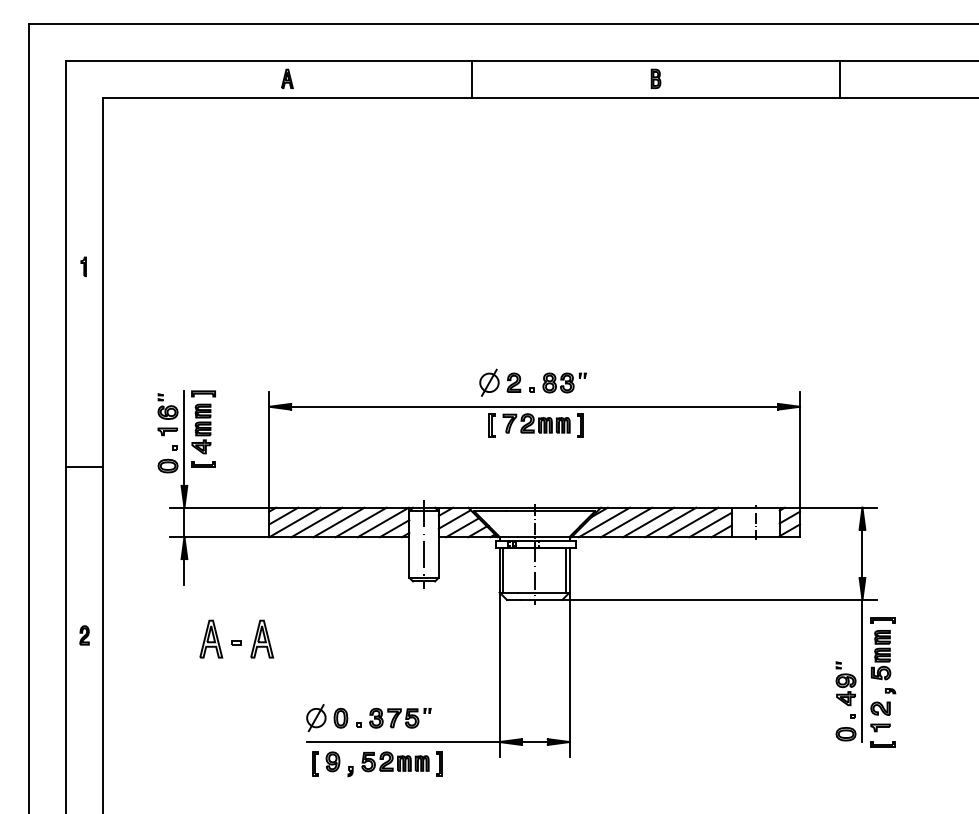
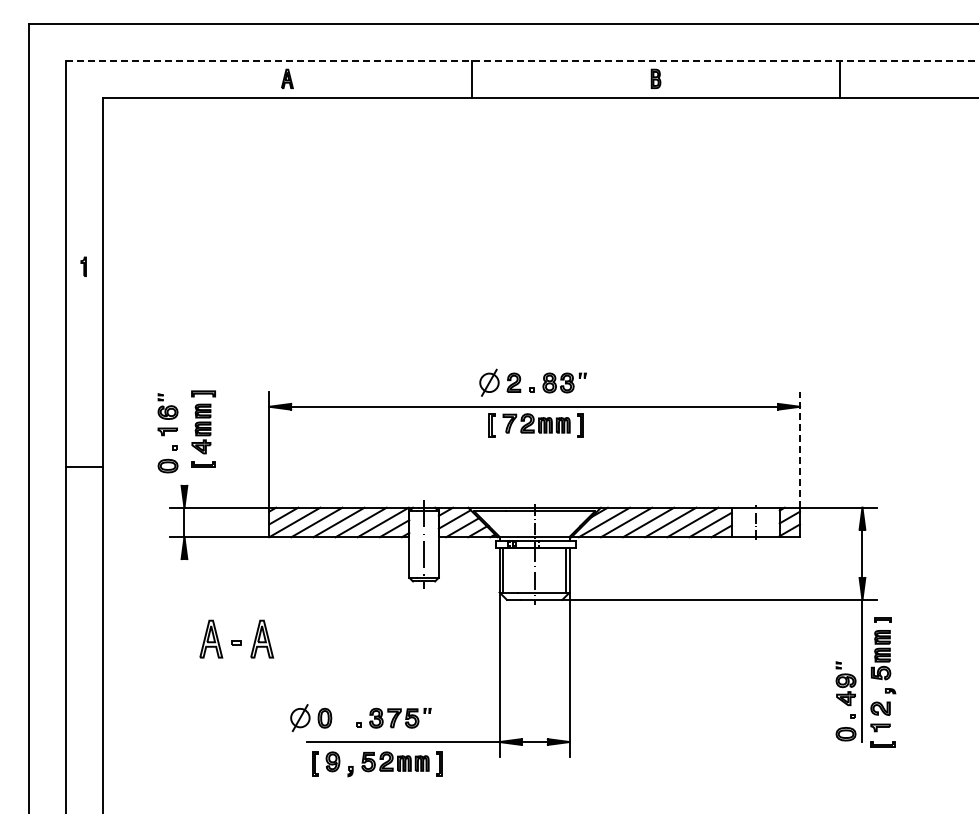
line at (522, 61): solid -> dashed
line at (184, 438): present -> none
line at (800, 449): solid -> dashed
line at (184, 572): present -> none
part at (882, 620) size: 26x7 px -> 18x6 px
part at (84, 635): present -> none
part at (327, 717) position: (327, 717) -> (311, 717)
